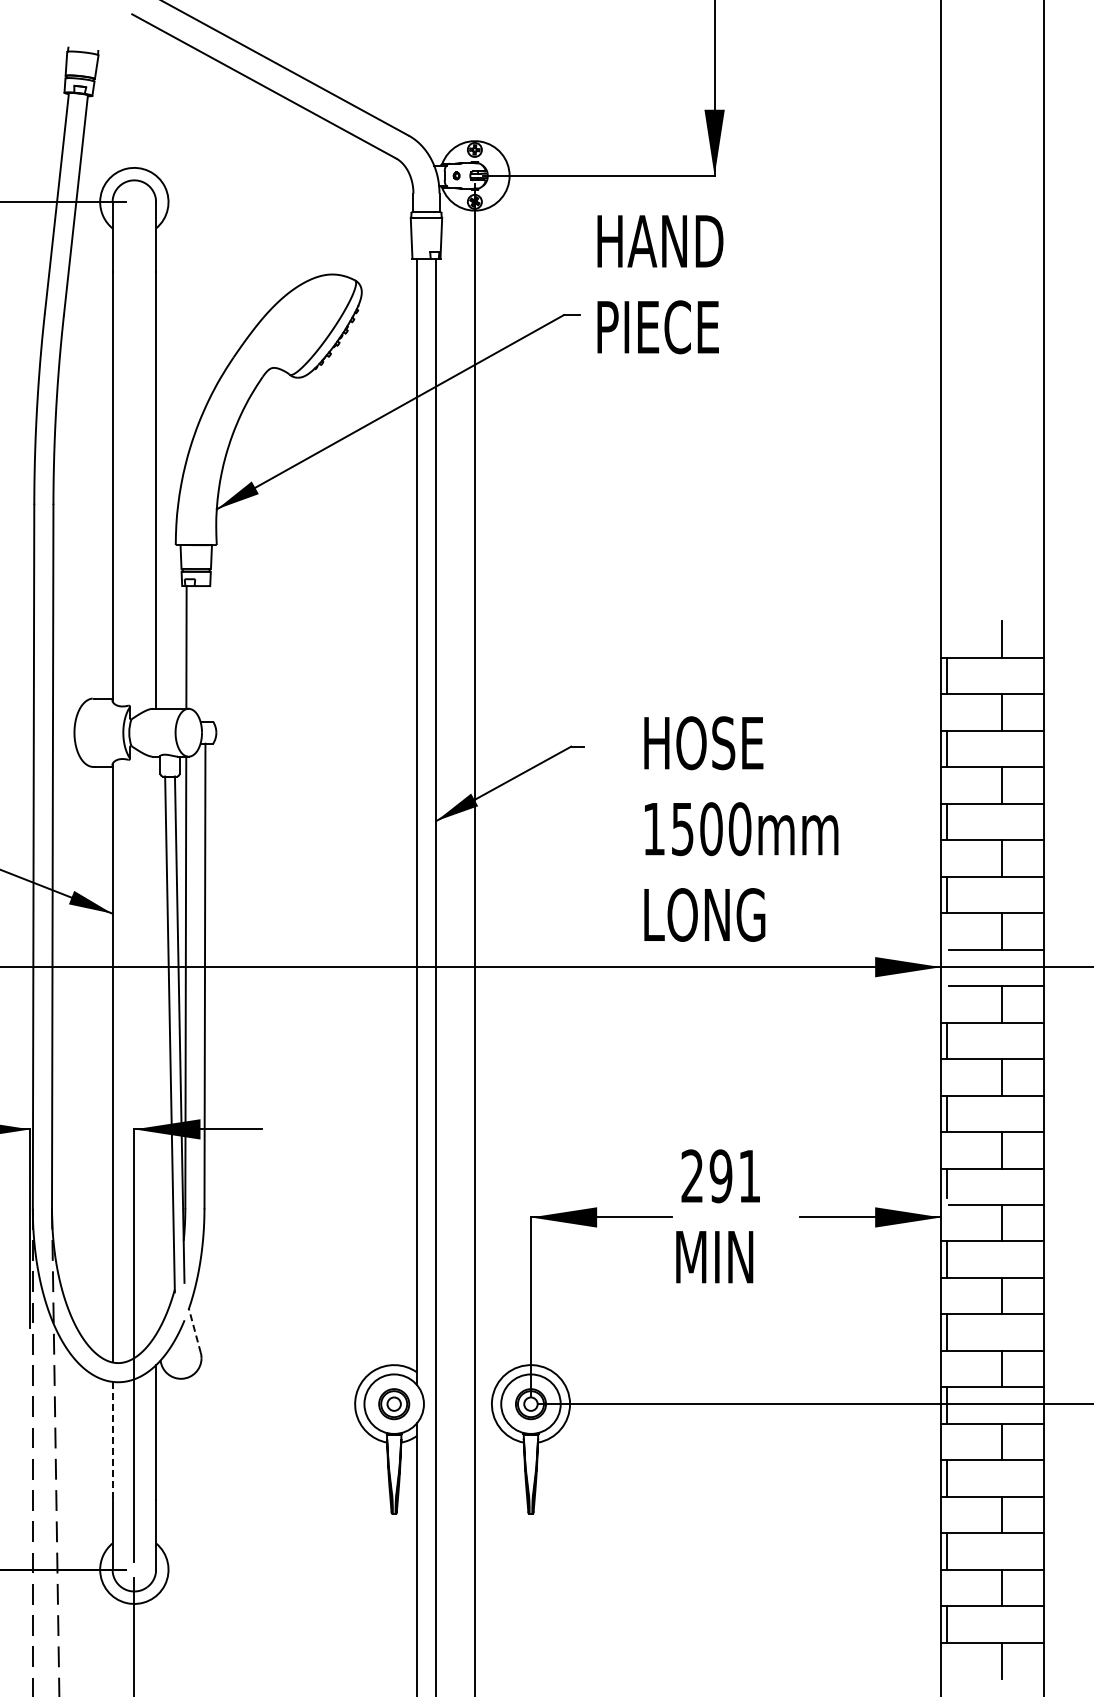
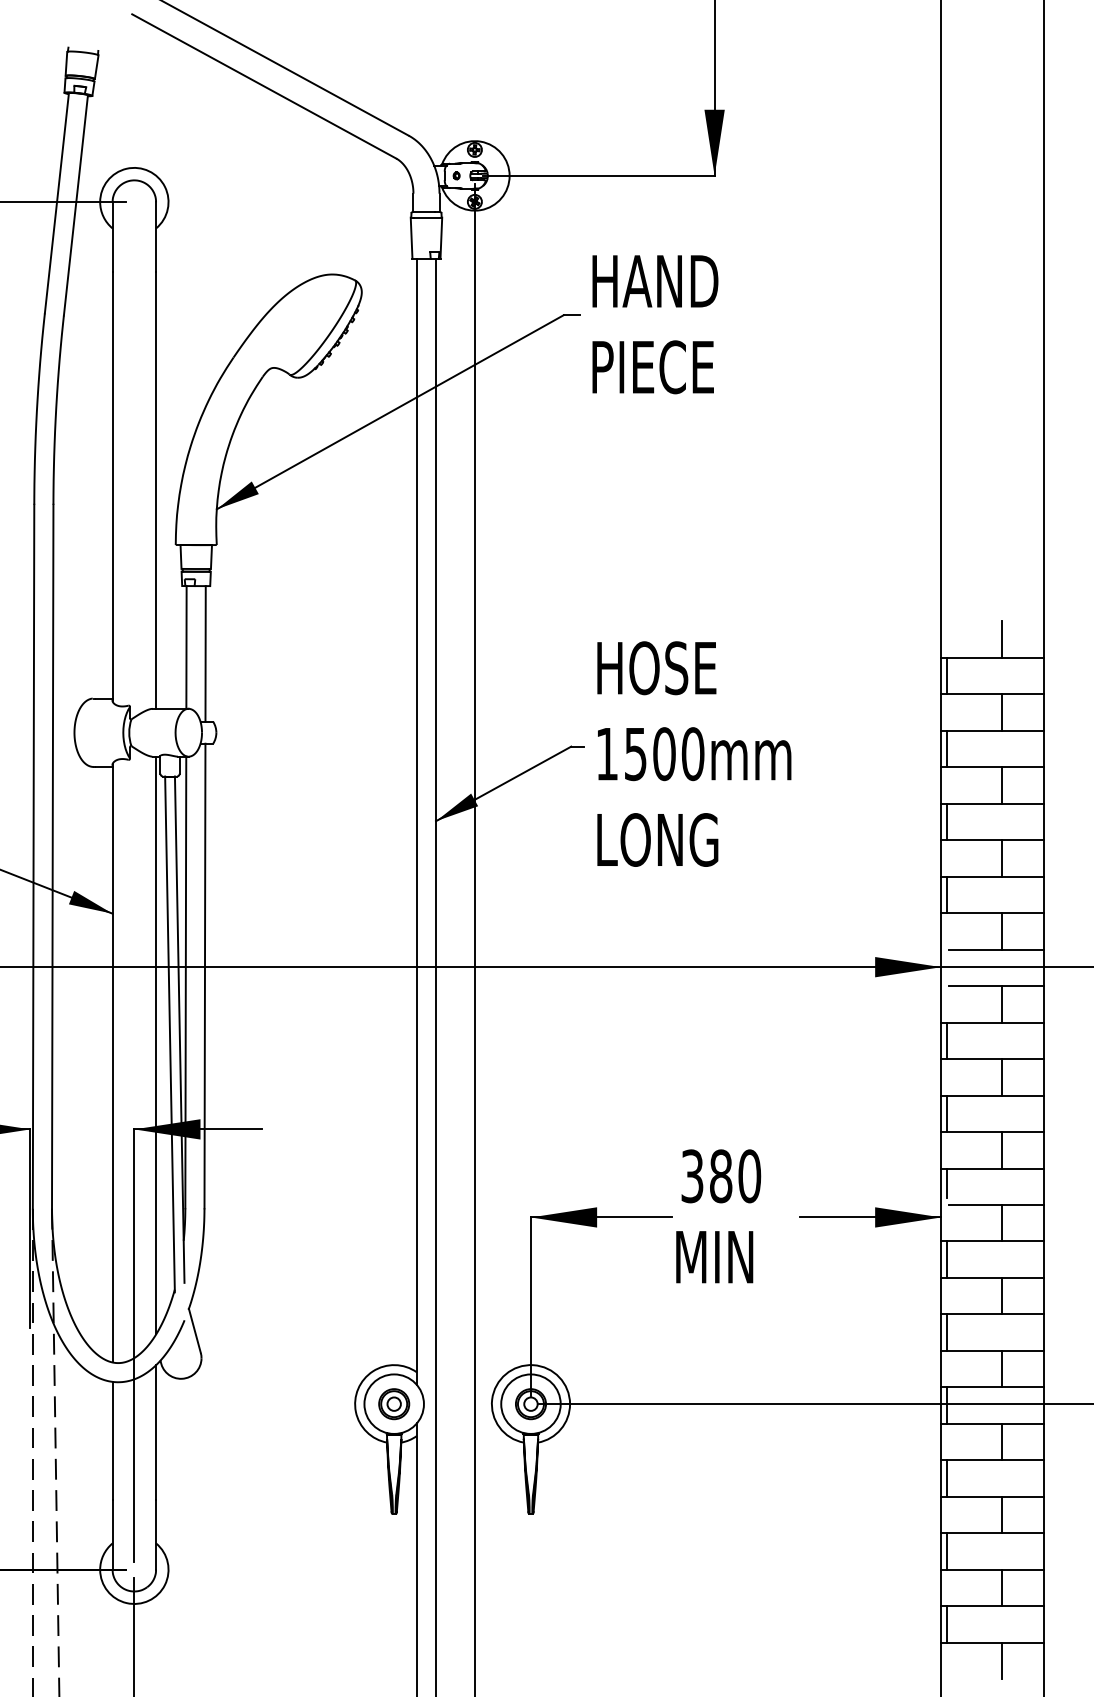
text at (660, 284) position: (660, 284) -> (655, 324)
line at (205, 653): none -> present
text at (741, 828) position: (741, 828) -> (694, 753)
line at (156, 1045): none -> present
text at (721, 1176): 291 -> 380
line at (194, 1330): dashed -> solid
line at (112, 1441): dashed -> solid
